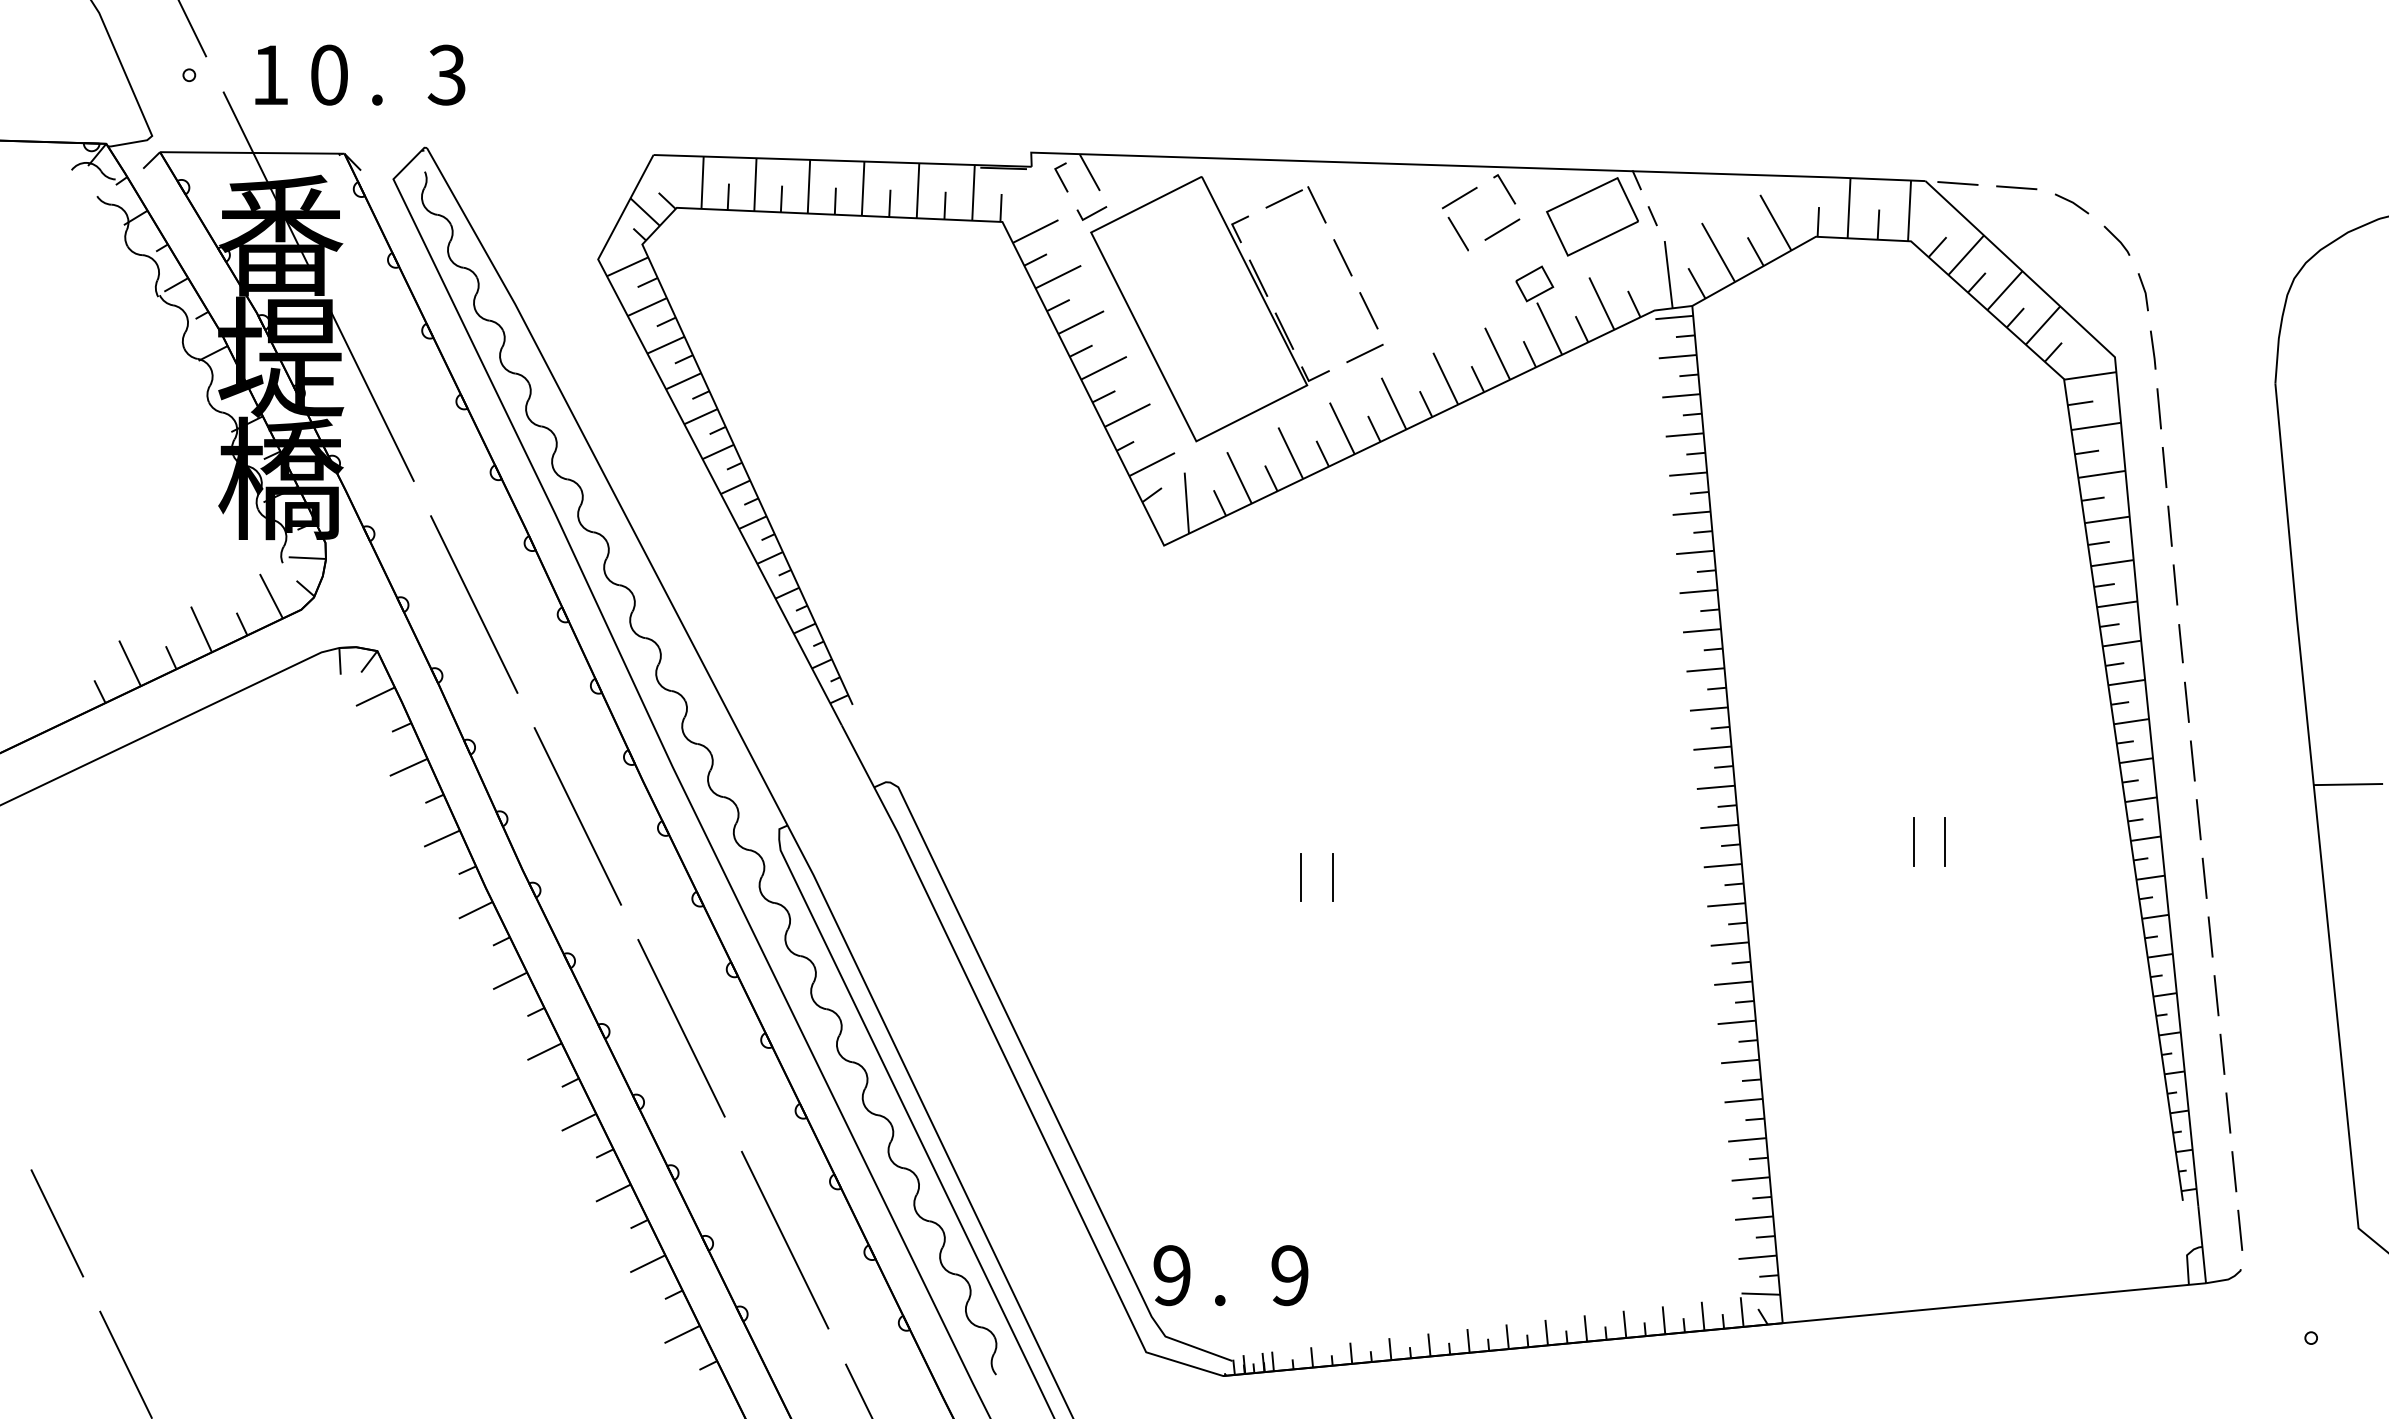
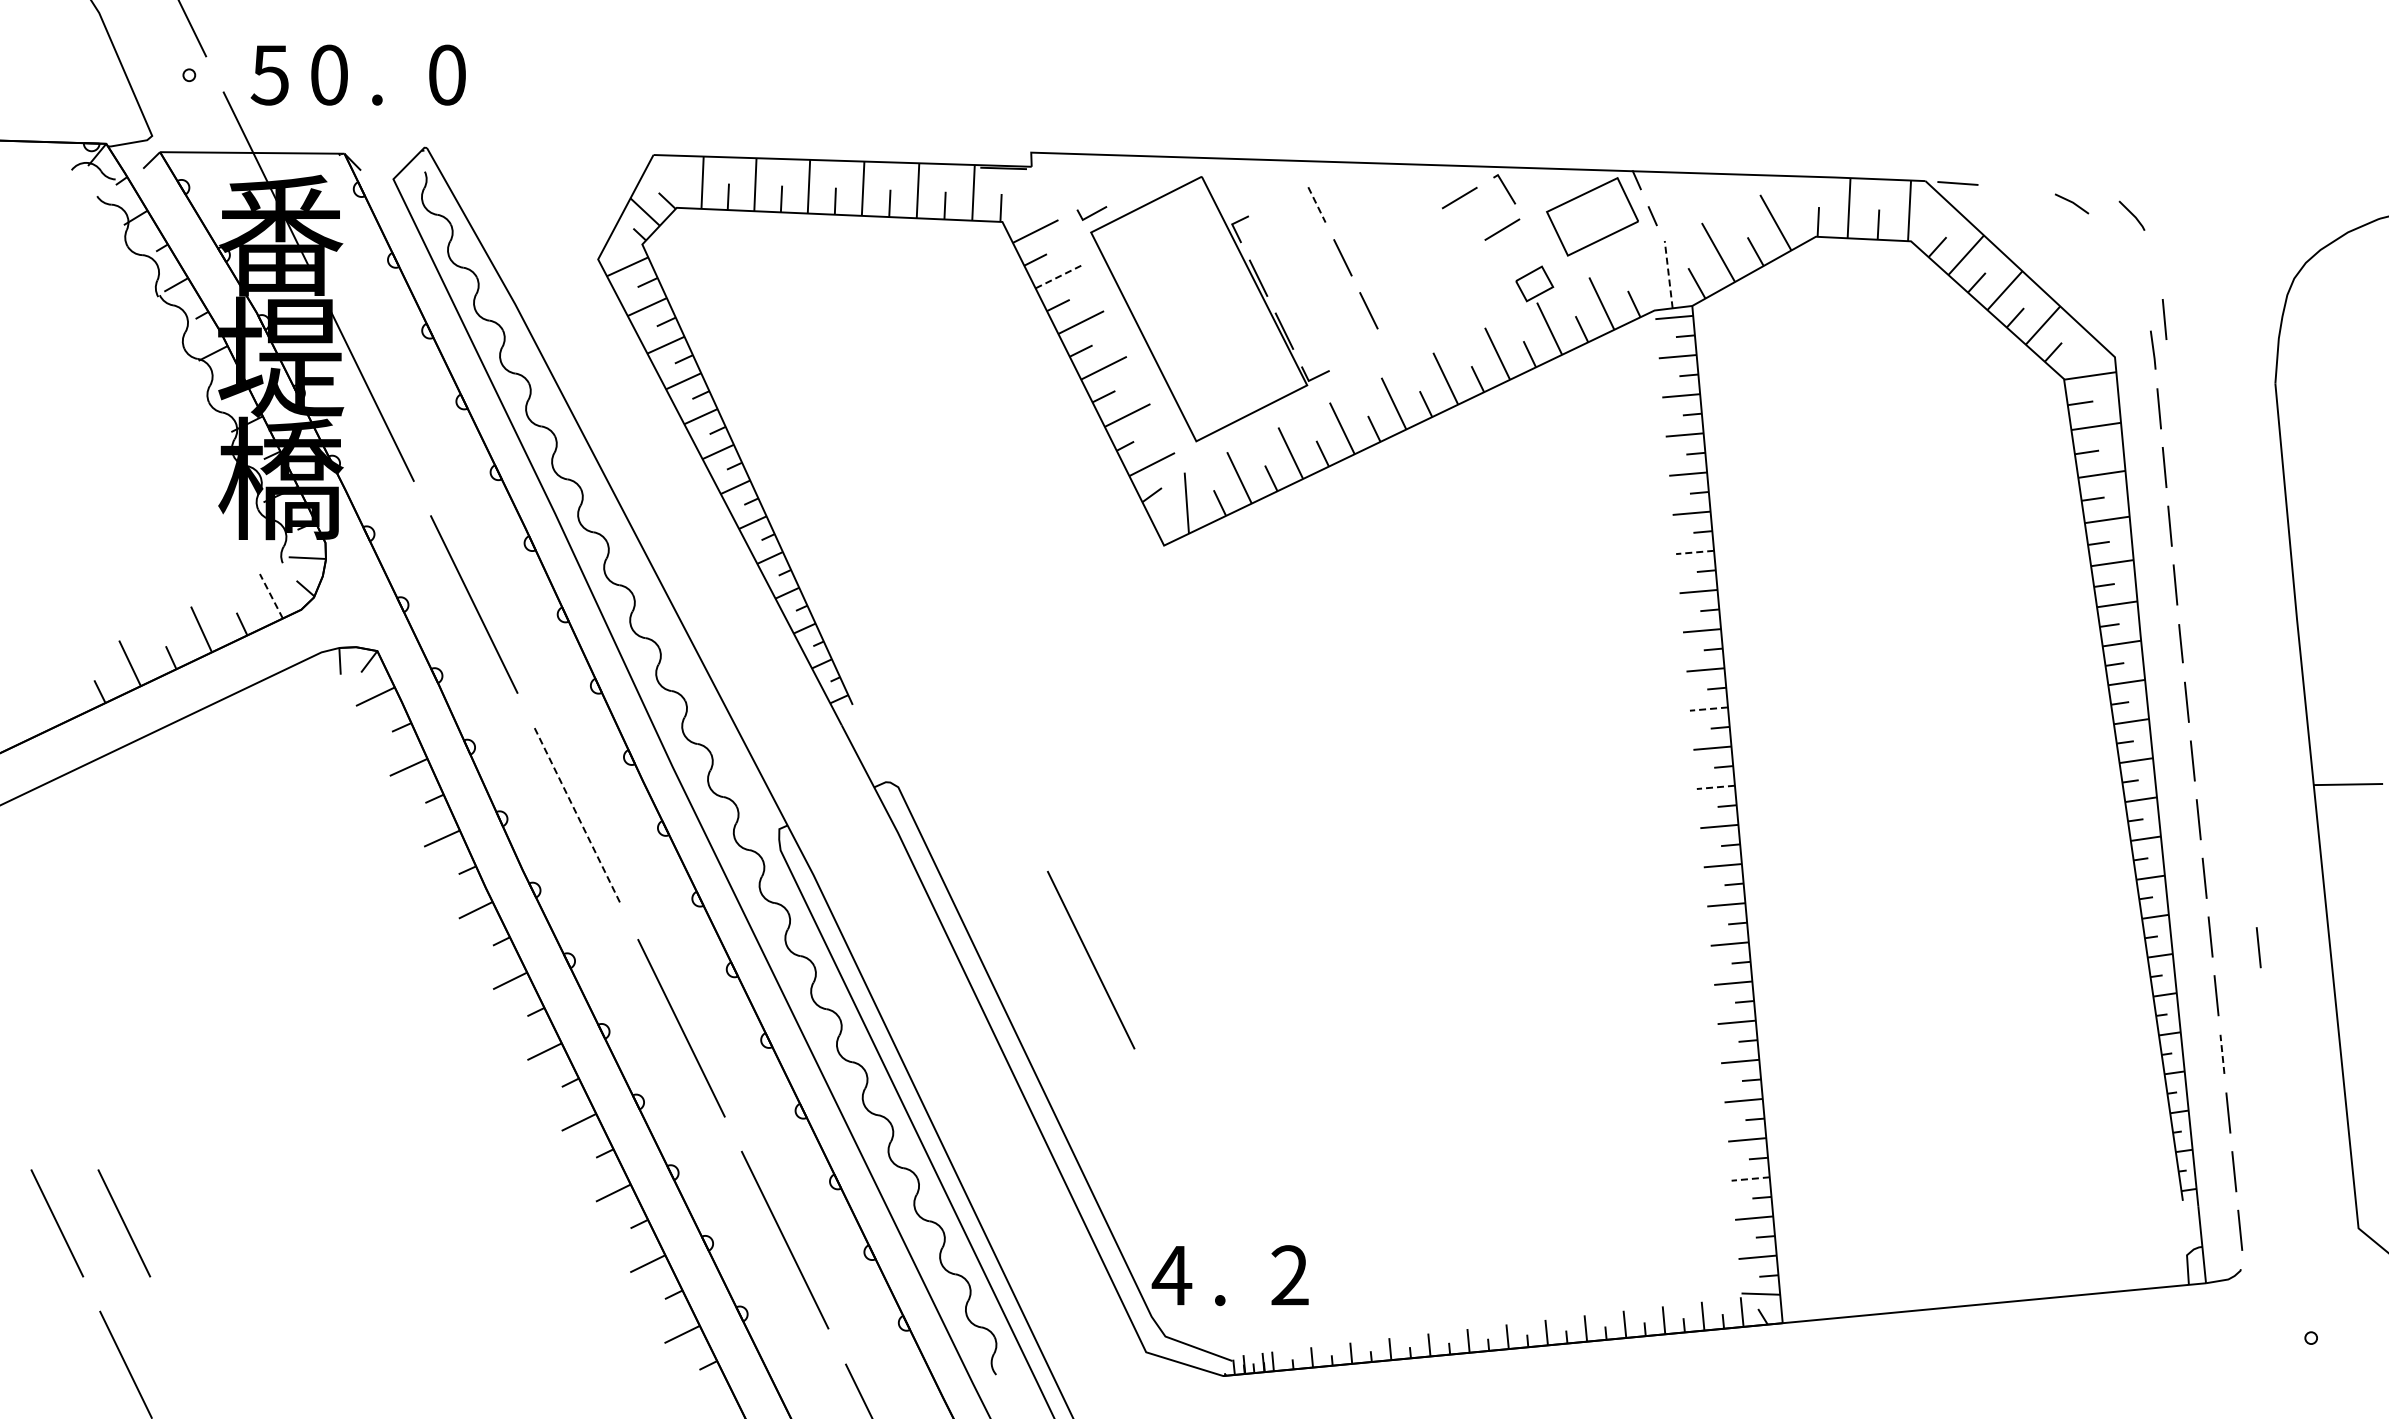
text at (446, 74): 3 -> 0
text at (269, 75): 1 -> 5
line at (1089, 172): present -> none
line at (1060, 177): present -> none
line at (2016, 187): present -> none
line at (1283, 198): present -> none
line at (1316, 204): solid -> dashed
line at (1457, 234): present -> none
line at (2116, 239) position: (2116, 239) -> (2131, 214)
line at (1668, 274): solid -> dashed
line at (1058, 276): solid -> dashed
line at (2144, 292): present -> none
line at (2164, 319): none -> present
line at (1364, 353): present -> none
line at (1694, 552): solid -> dashed
line at (271, 595): solid -> dashed
line at (1708, 709): solid -> dashed
line at (1715, 787): solid -> dashed
line at (578, 816): solid -> dashed
line at (1913, 841): present -> none
line at (1945, 841): present -> none
line at (1301, 877): present -> none
line at (1332, 877): present -> none
line at (2258, 947): none -> present
line at (1091, 959): none -> present
line at (2222, 1054): solid -> dashed
line at (1750, 1179): solid -> dashed
line at (124, 1223): none -> present
text at (1171, 1275): 9 -> 4
text at (1289, 1275): 9 -> 2
